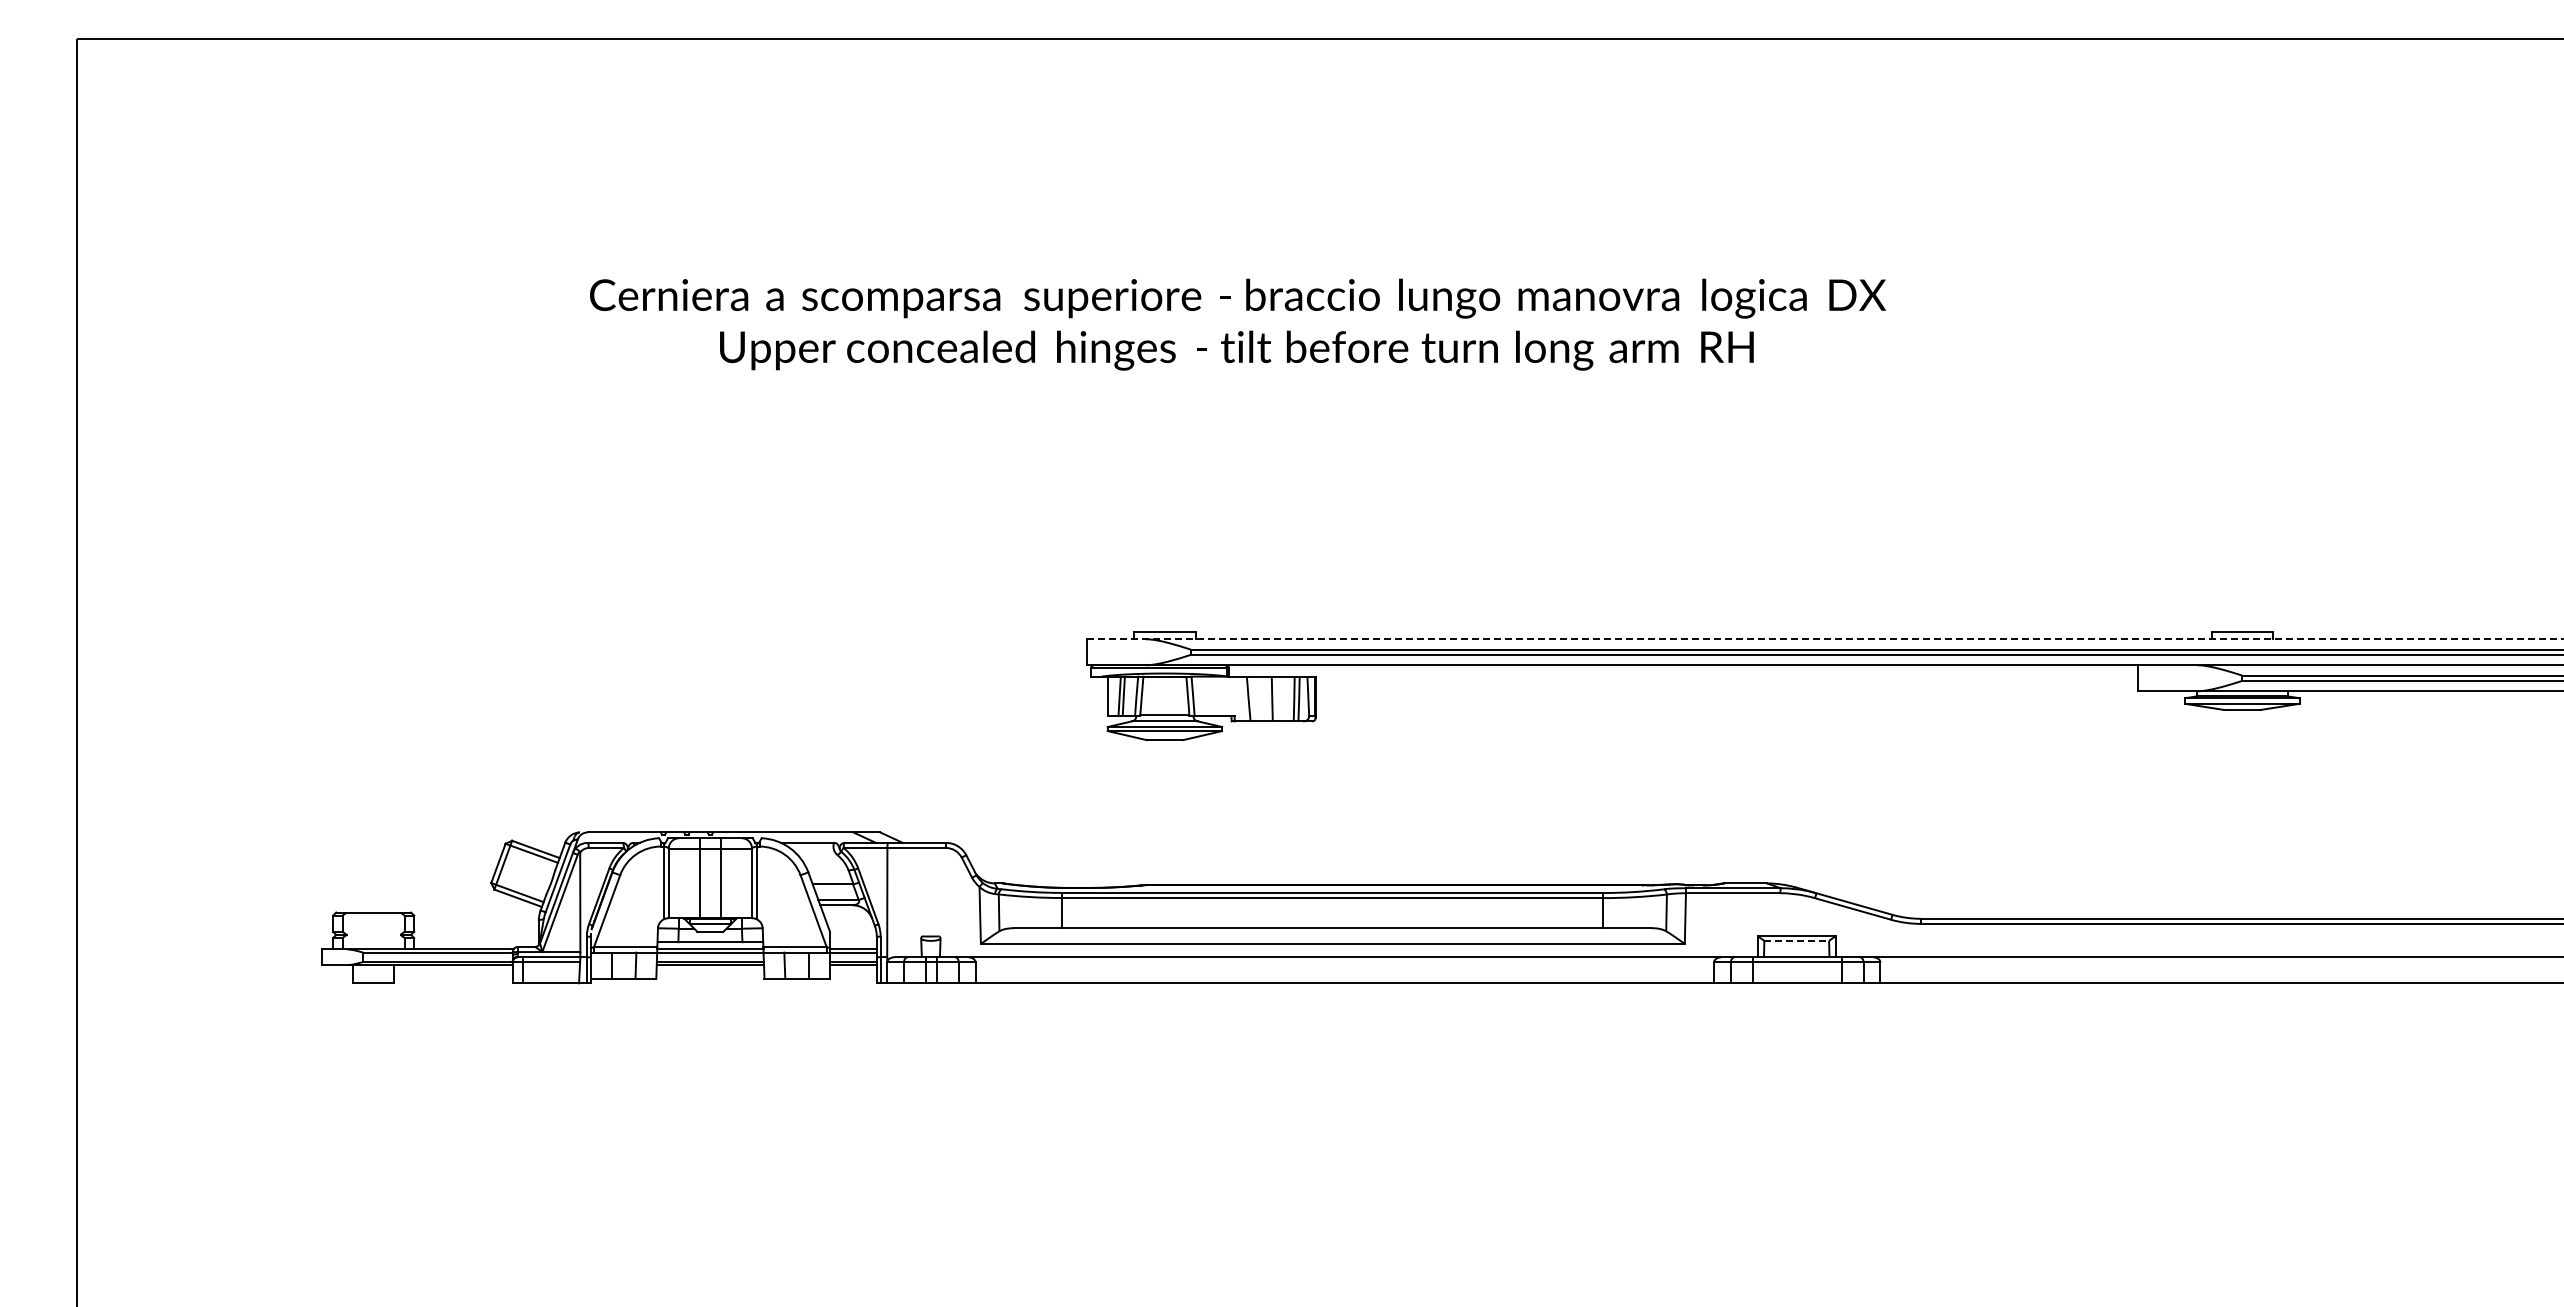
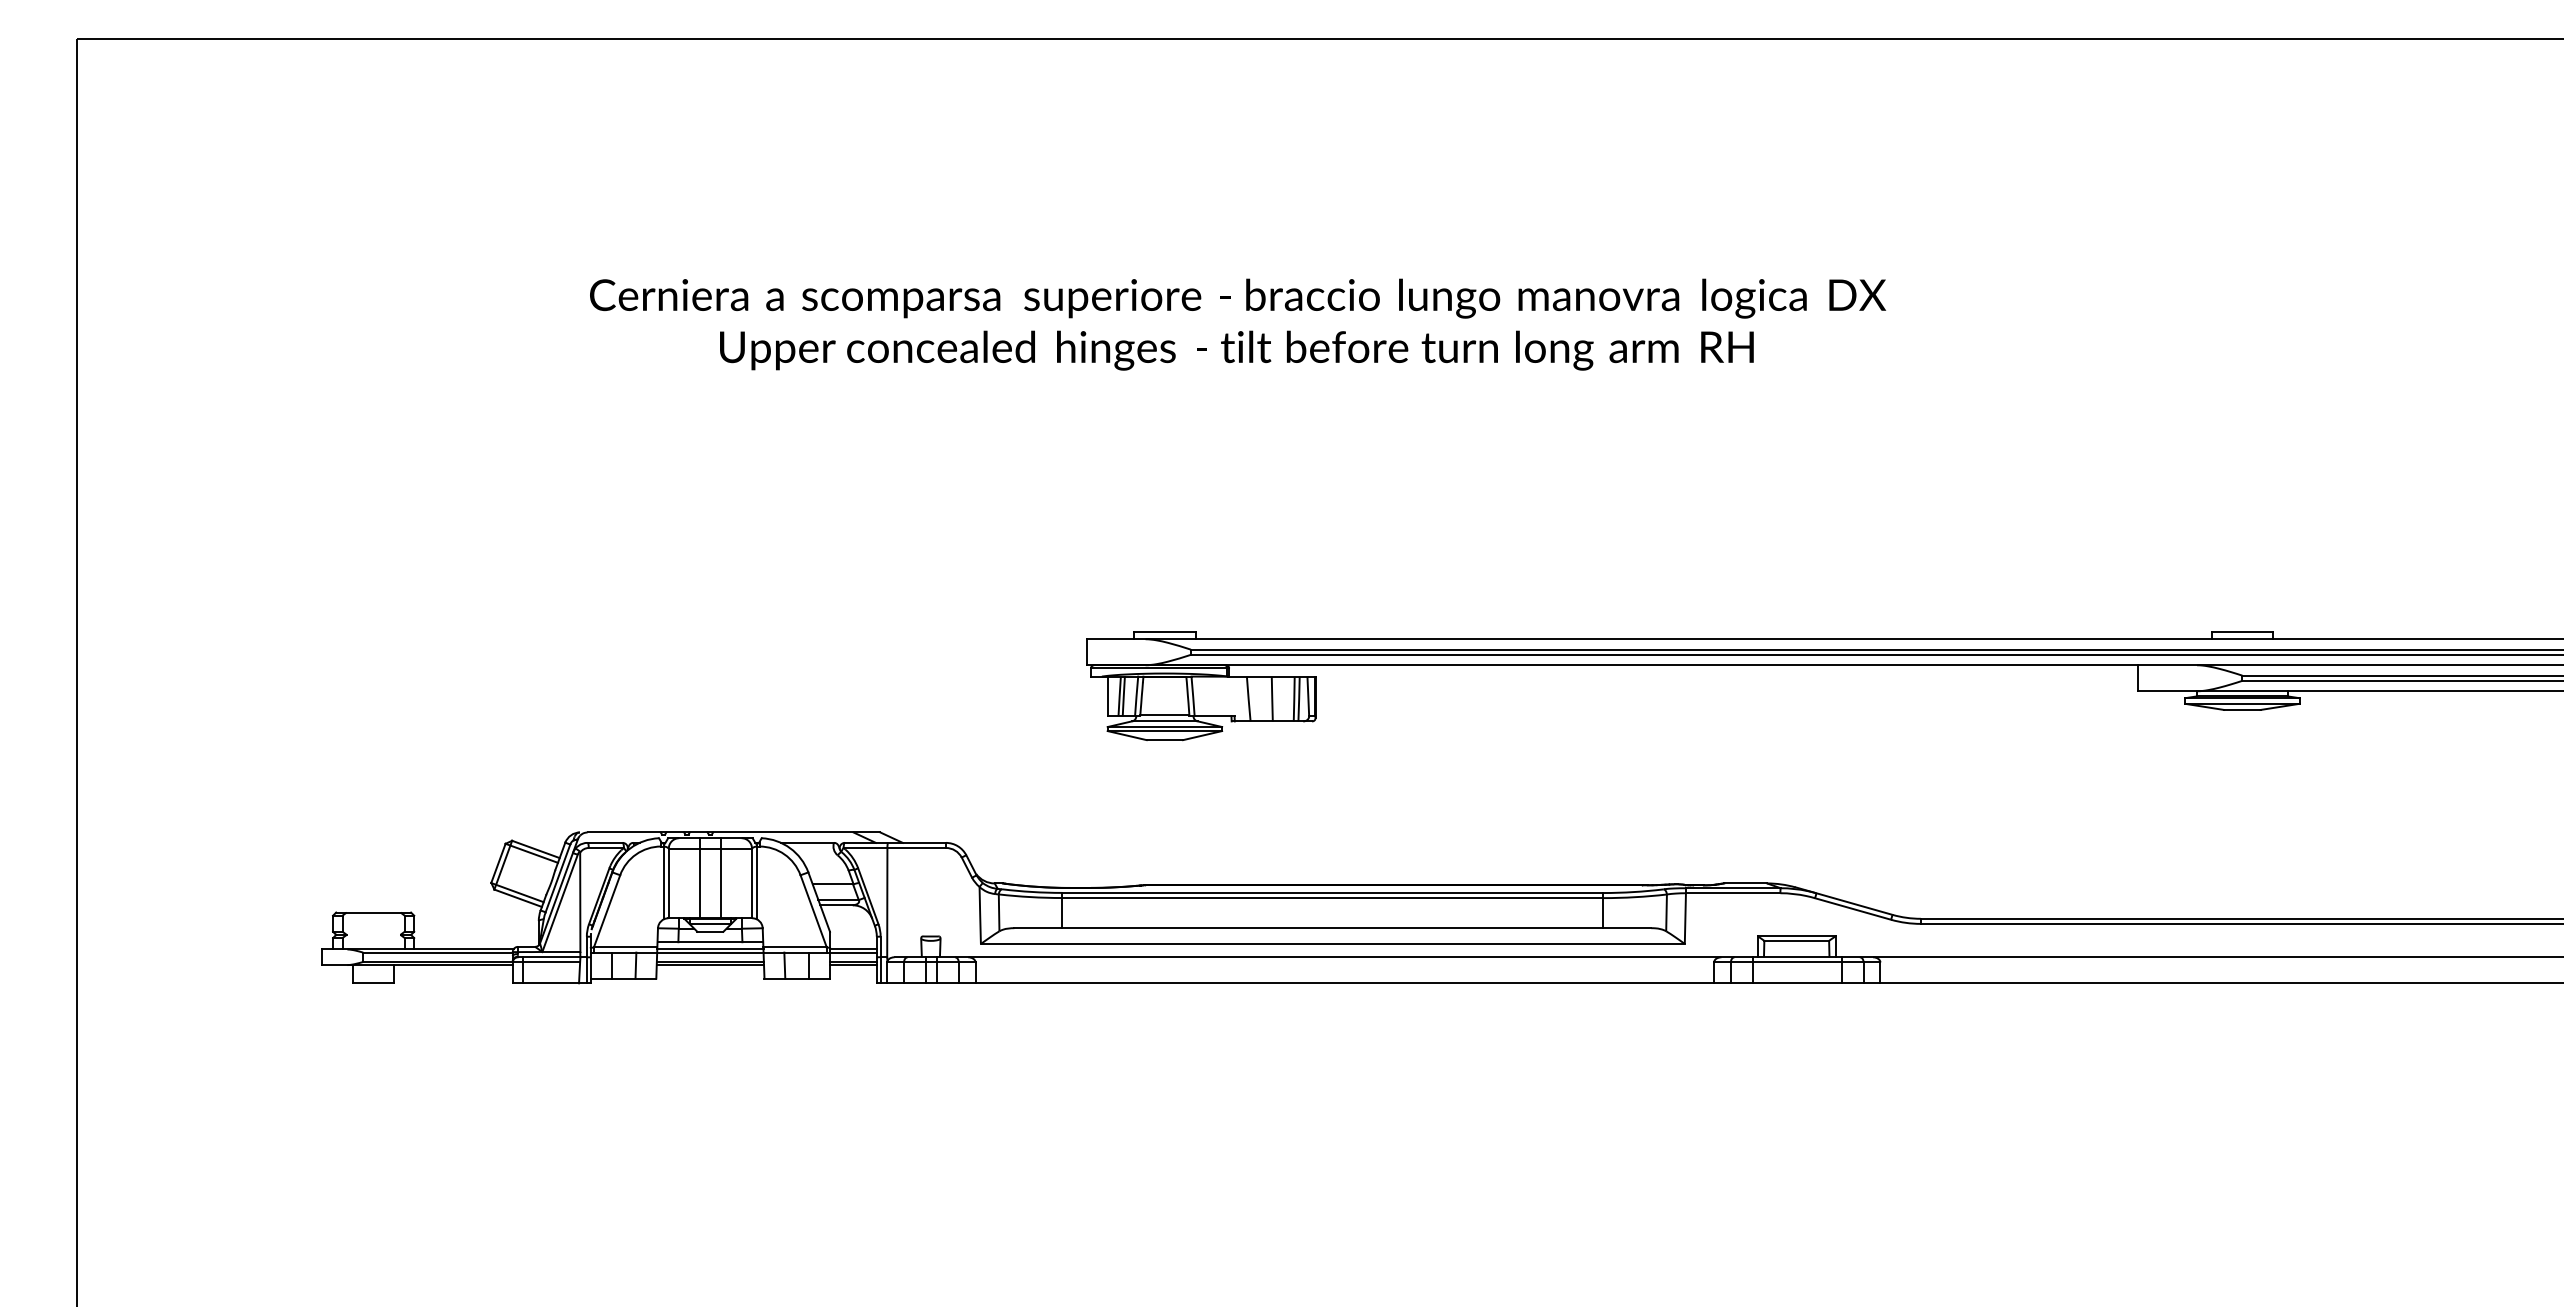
line at (1825, 639): dashed -> solid
line at (1797, 940): dashed -> solid
